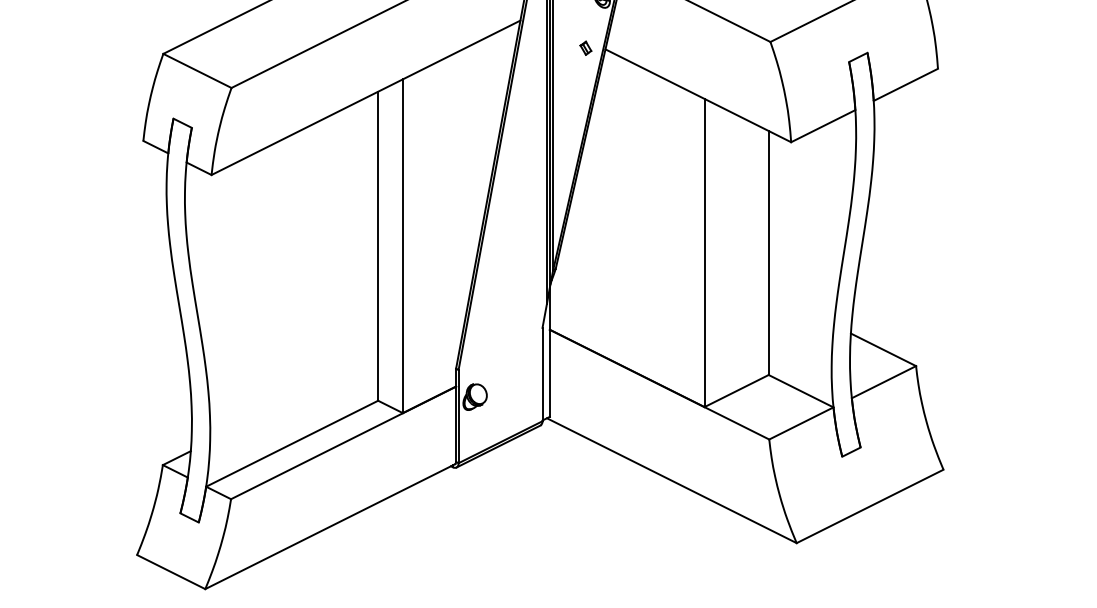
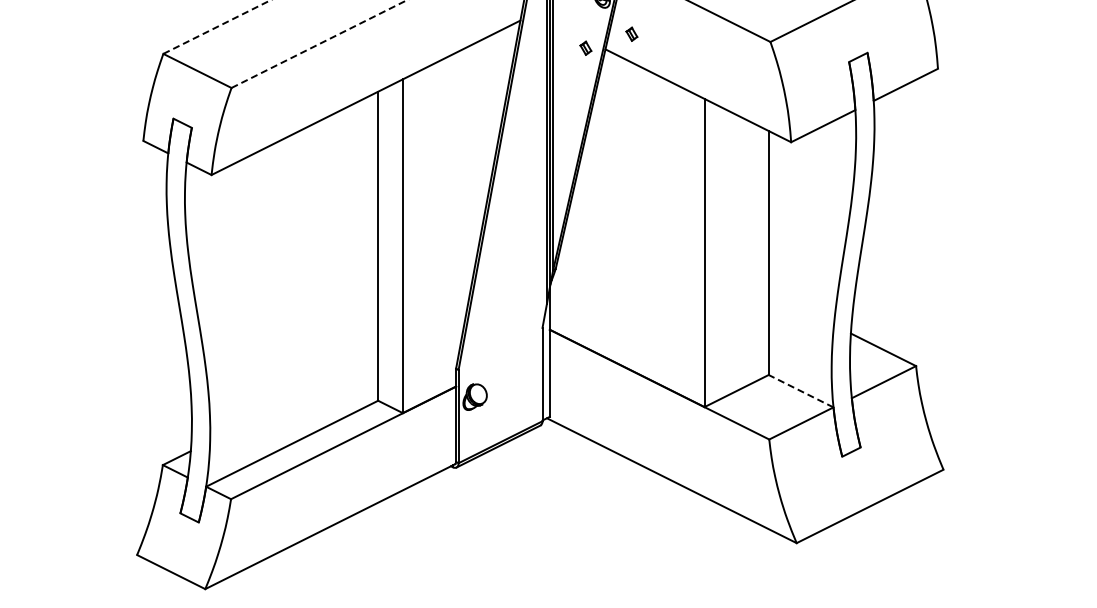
line at (217, 27): solid -> dashed
part at (631, 33): none -> present
line at (319, 44): solid -> dashed
line at (800, 390): solid -> dashed
